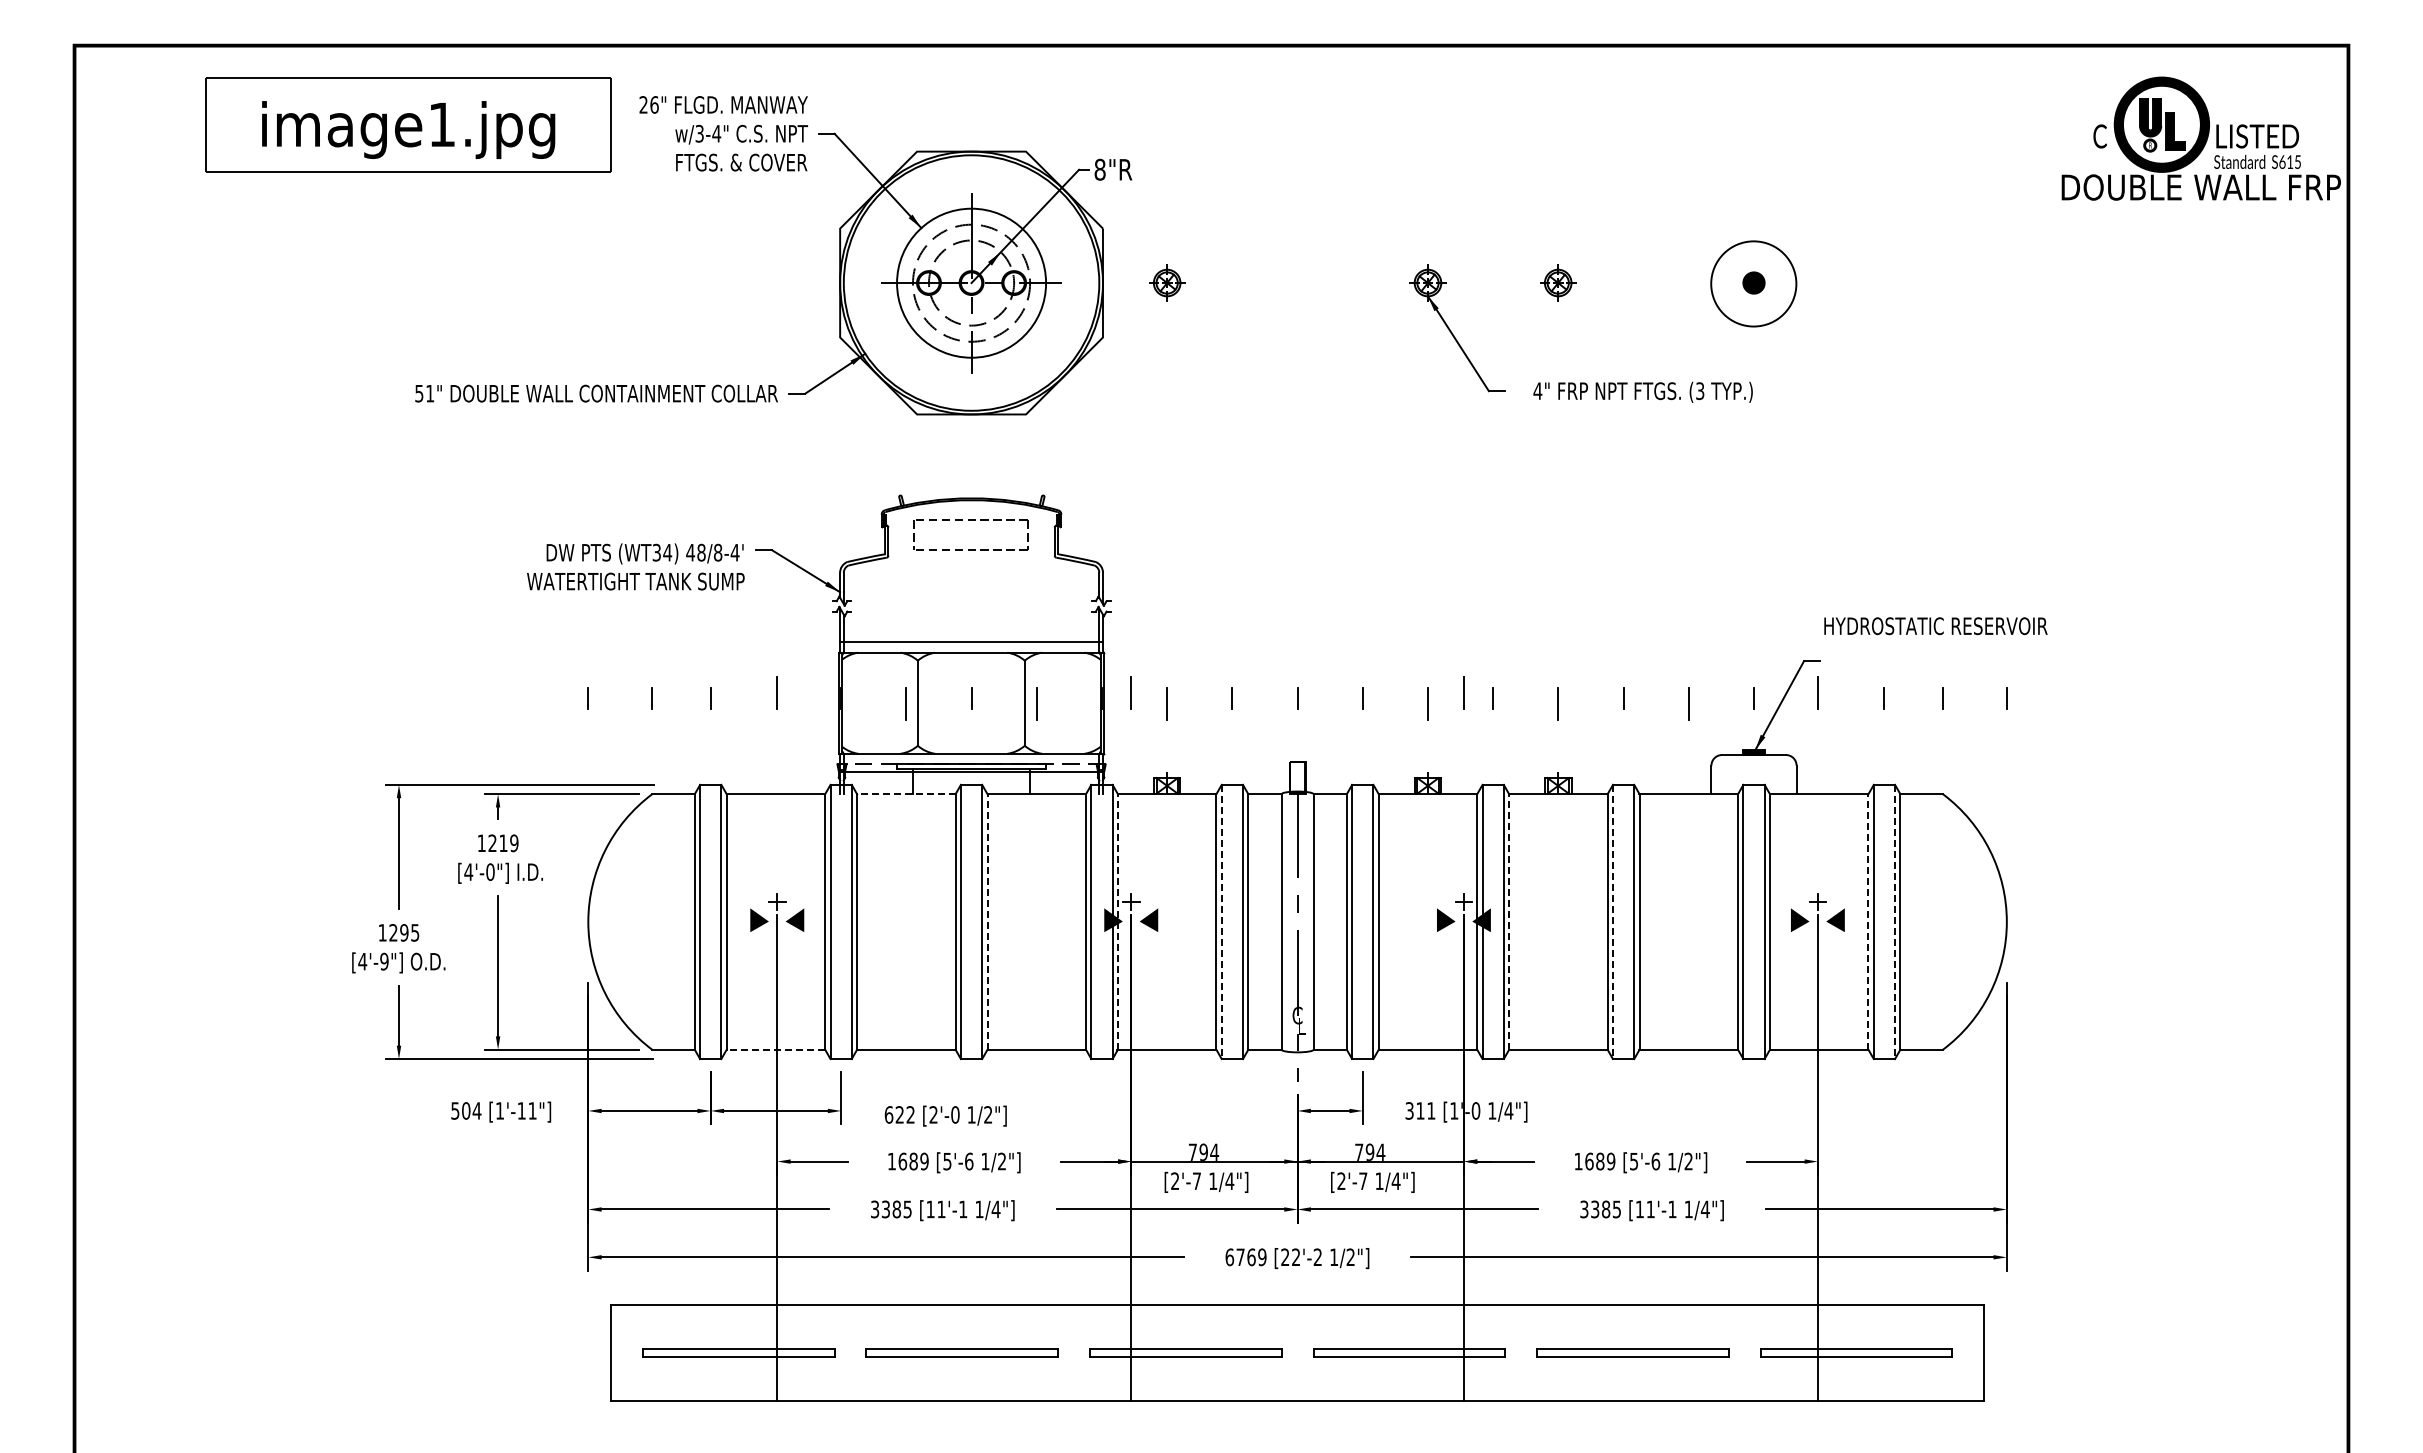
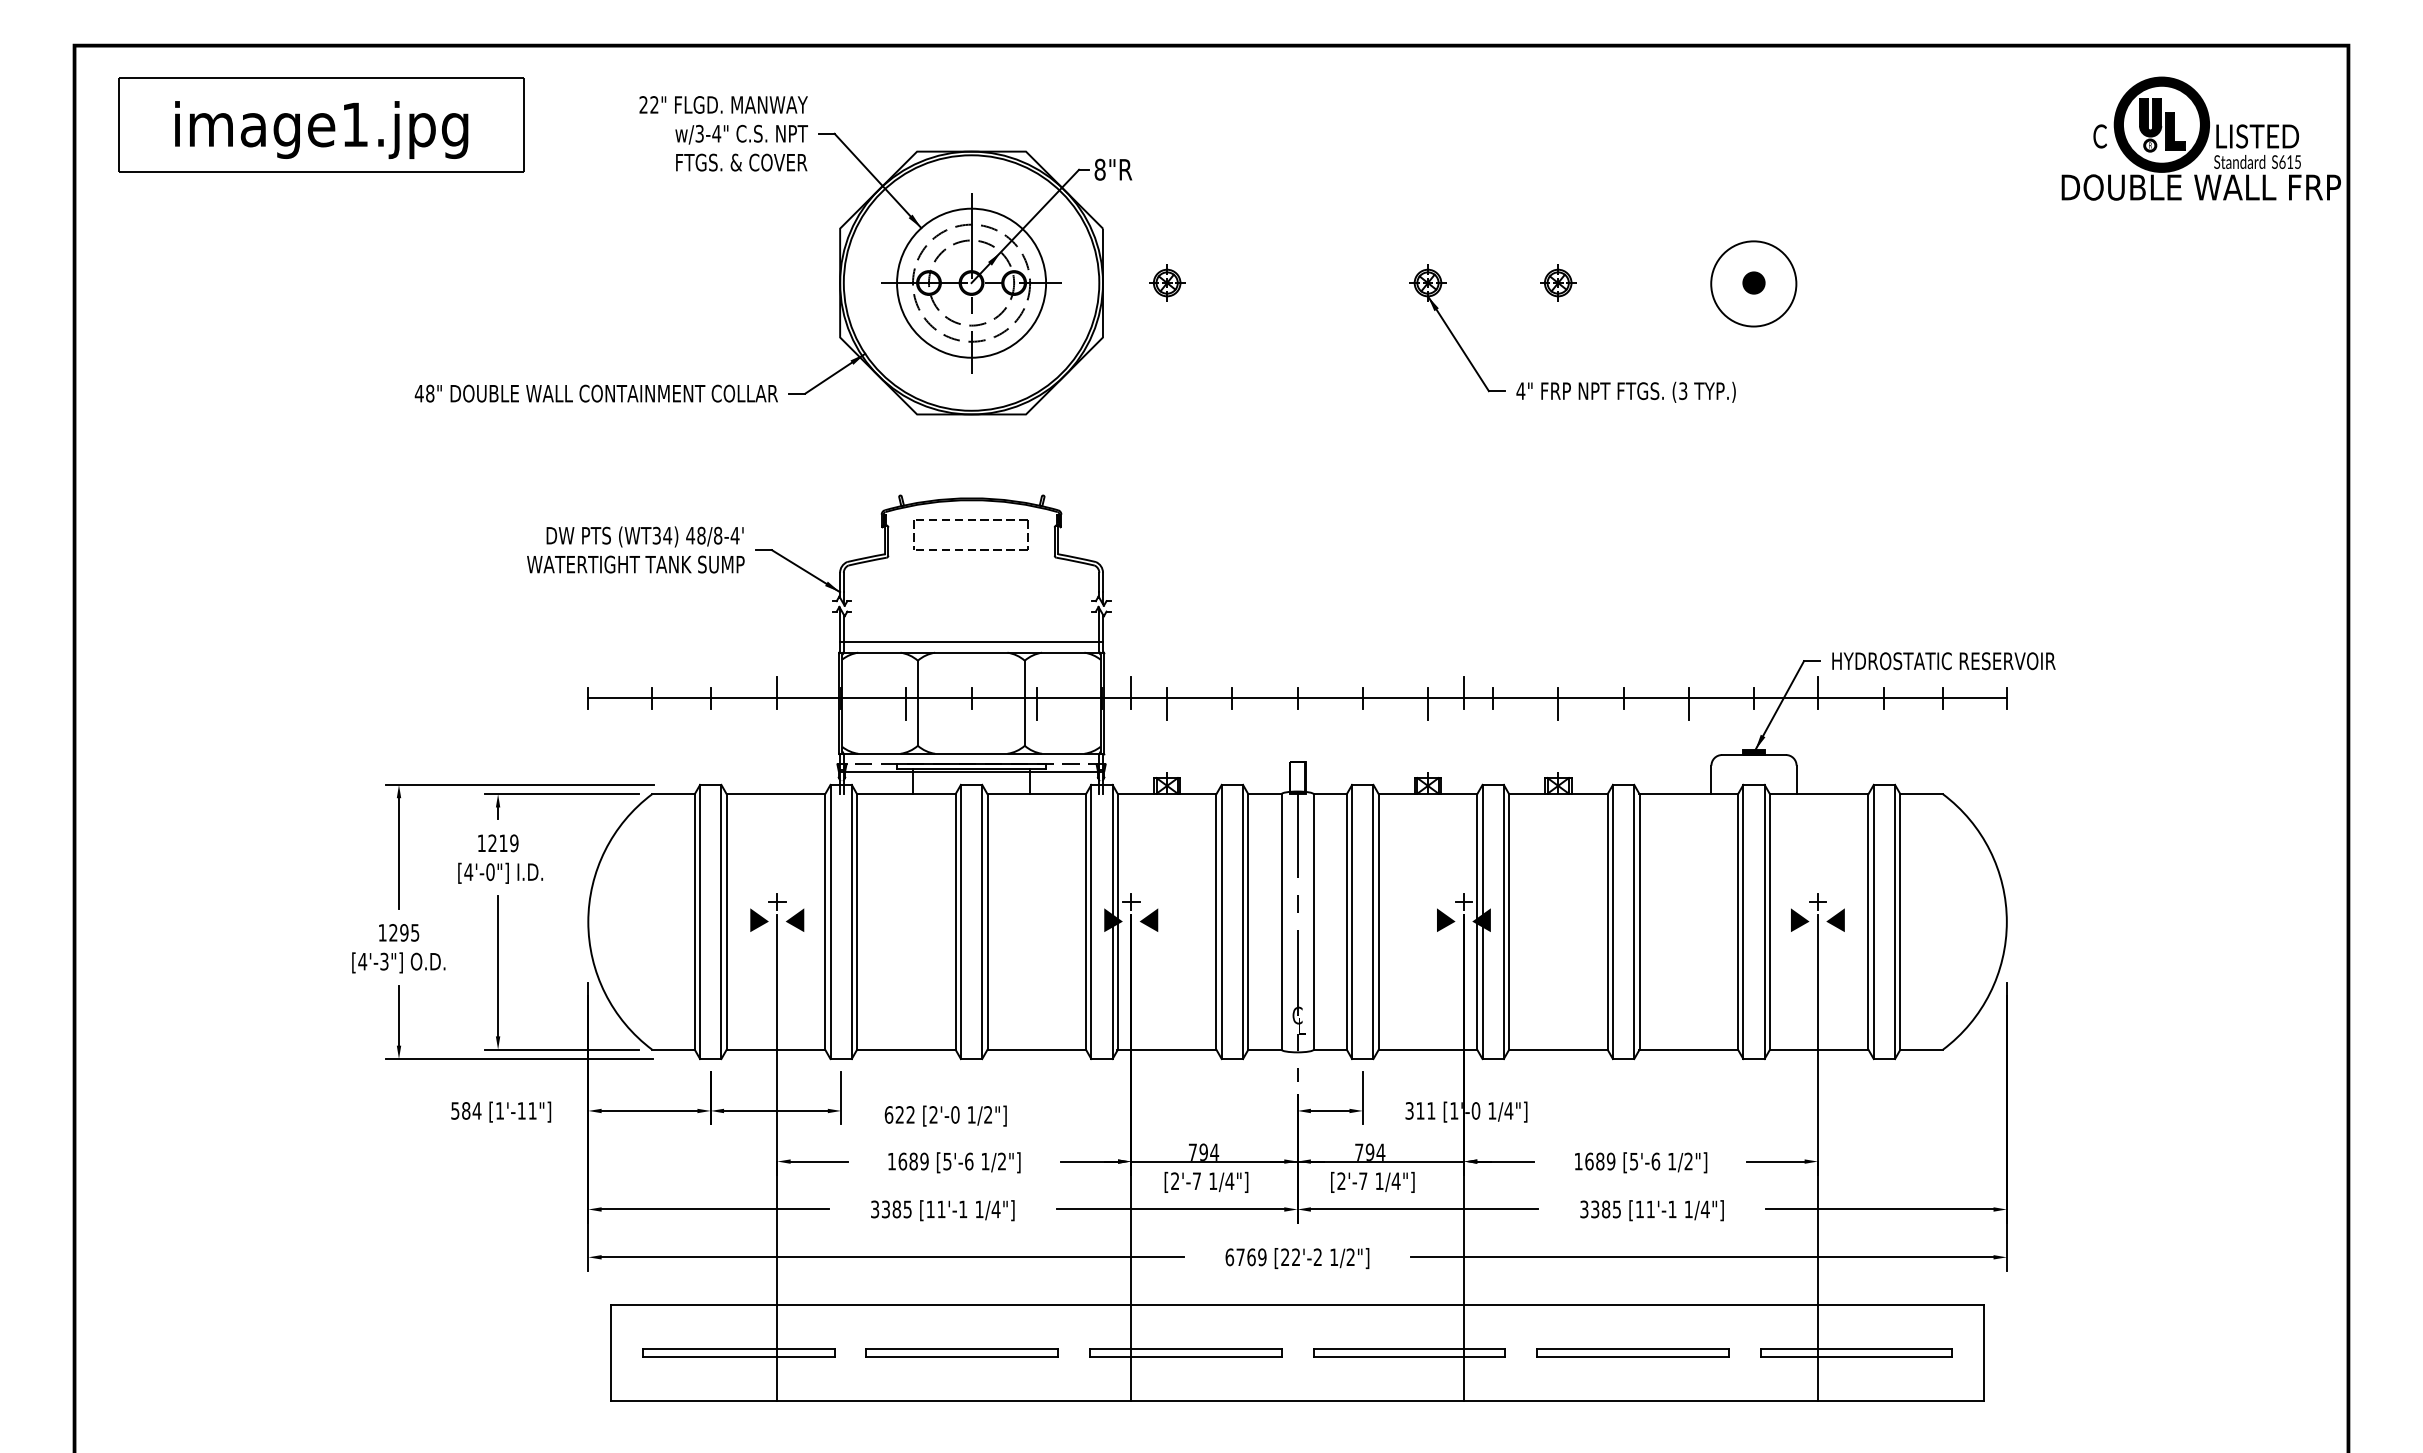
text at (654, 104): 26" -> 22"
part at (408, 124) position: (408, 124) -> (321, 124)
text at (1642, 391) position: (1642, 391) -> (1625, 391)
text at (424, 393): 51" -> 48"
text at (635, 566) position: (635, 566) -> (635, 549)
text at (1935, 626) position: (1935, 626) -> (1943, 661)
line at (1297, 698): none -> present
line at (905, 794): dashed -> solid
line at (987, 921): dashed -> solid
line at (1117, 921): dashed -> solid
line at (1509, 921): dashed -> solid
line at (1868, 921): dashed -> solid
line at (1221, 922): dashed -> solid
line at (1612, 922): dashed -> solid
line at (1895, 922): dashed -> solid
text at (384, 961): [4'-9"] -> [4'-3"]
line at (775, 1049): dashed -> solid
text at (466, 1110): 504 -> 584
